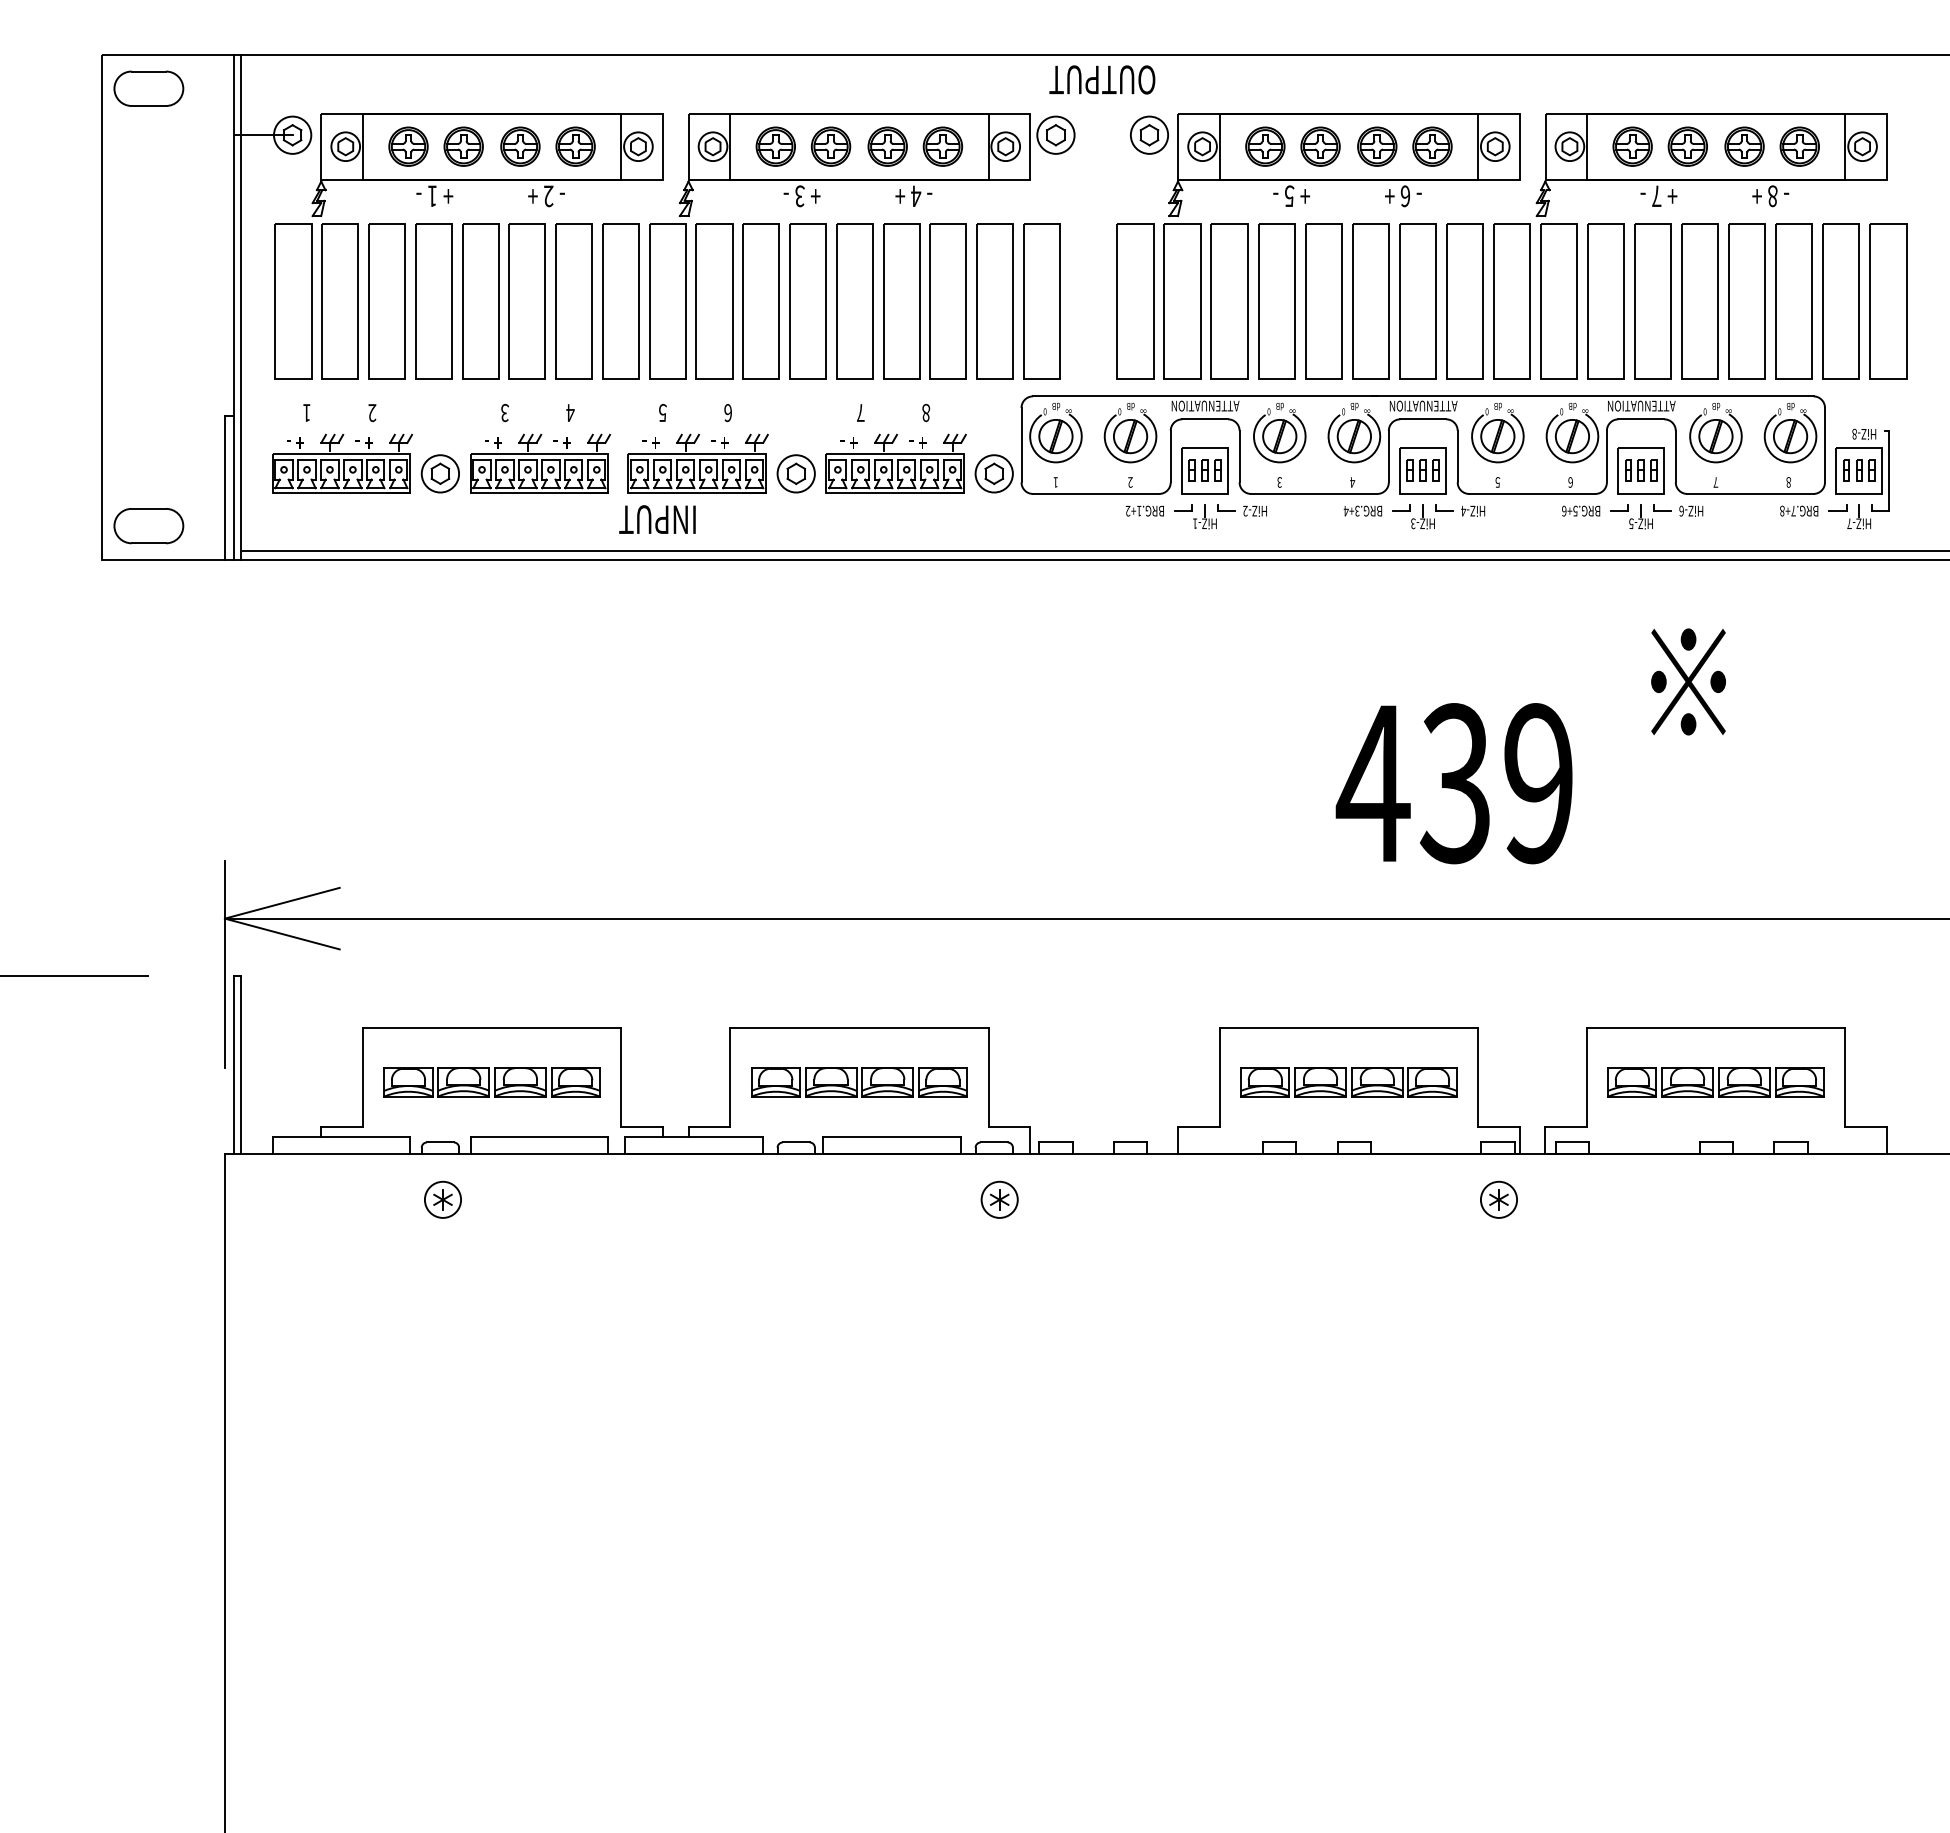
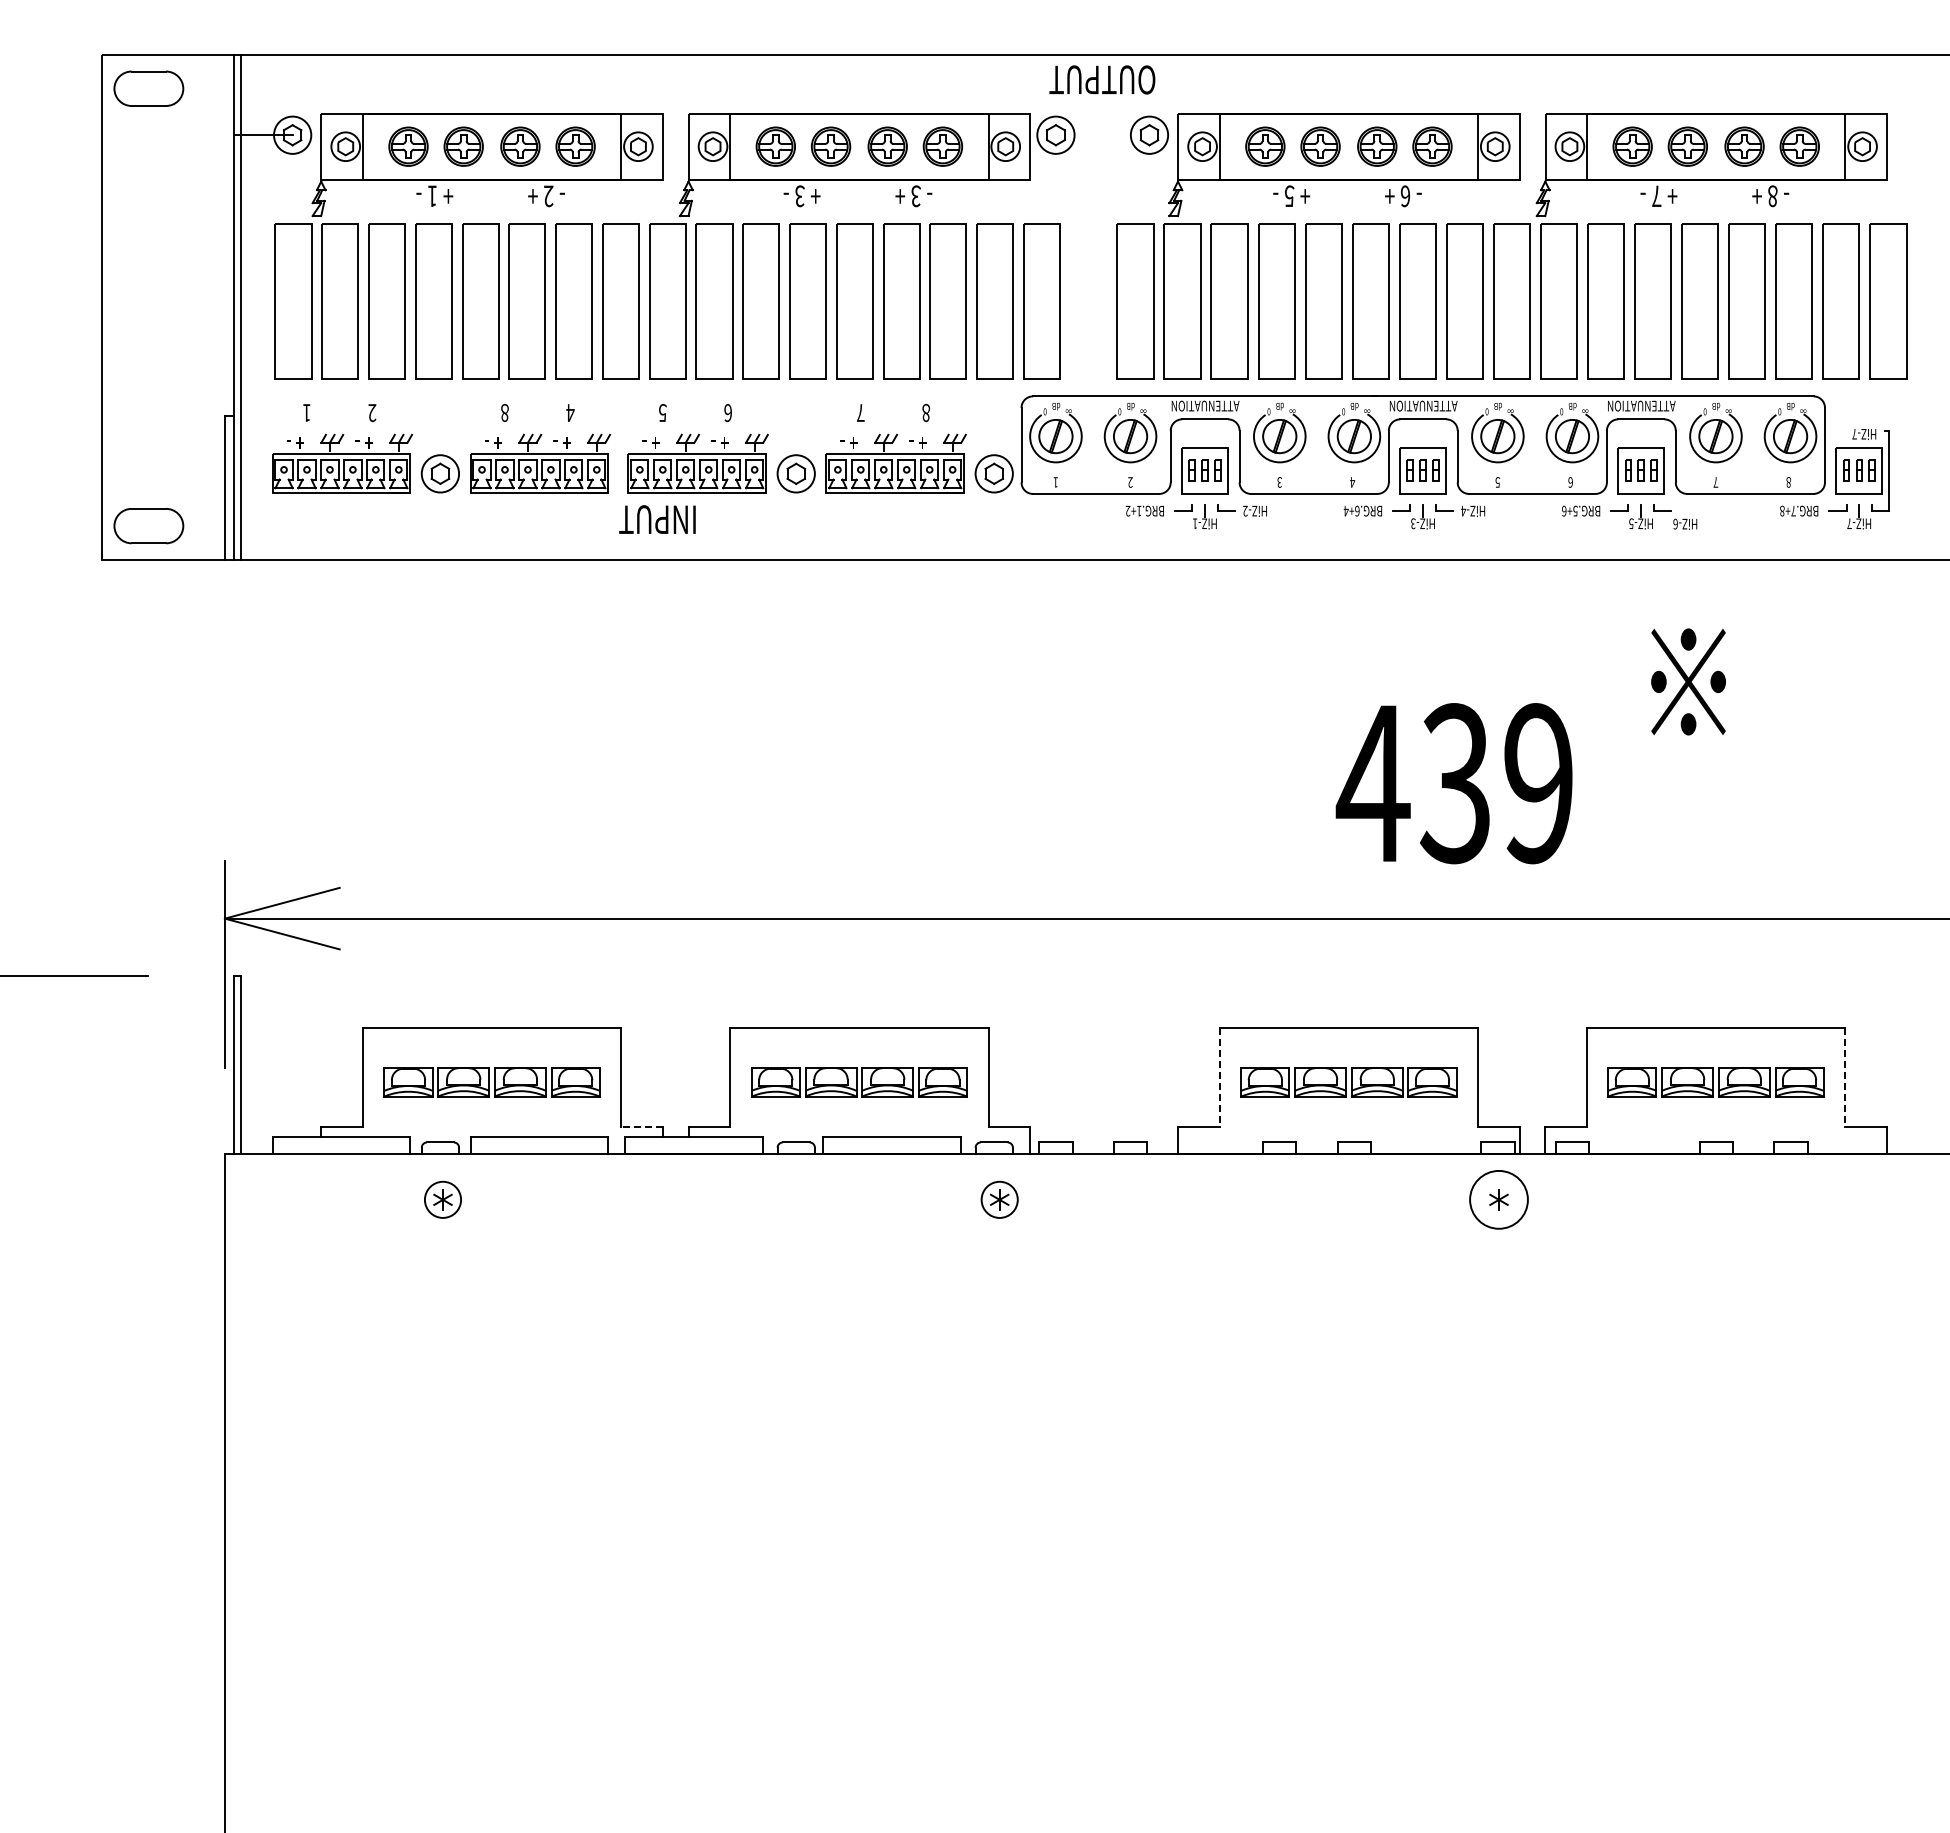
text at (916, 196): 4 -> 3
text at (504, 412): 3 -> 8
text at (1854, 433): HiZ-8 -> HiZ-7
text at (1357, 510): BRG.3+4 -> BRG.6+4
text at (1691, 510) position: (1691, 510) -> (1685, 523)
line at (1093, 550): present -> none
line at (1219, 1077): solid -> dashed
line at (1845, 1077): solid -> dashed
line at (642, 1126): solid -> dashed
circle at (1498, 1199) diameter: 36 px -> 58 px
